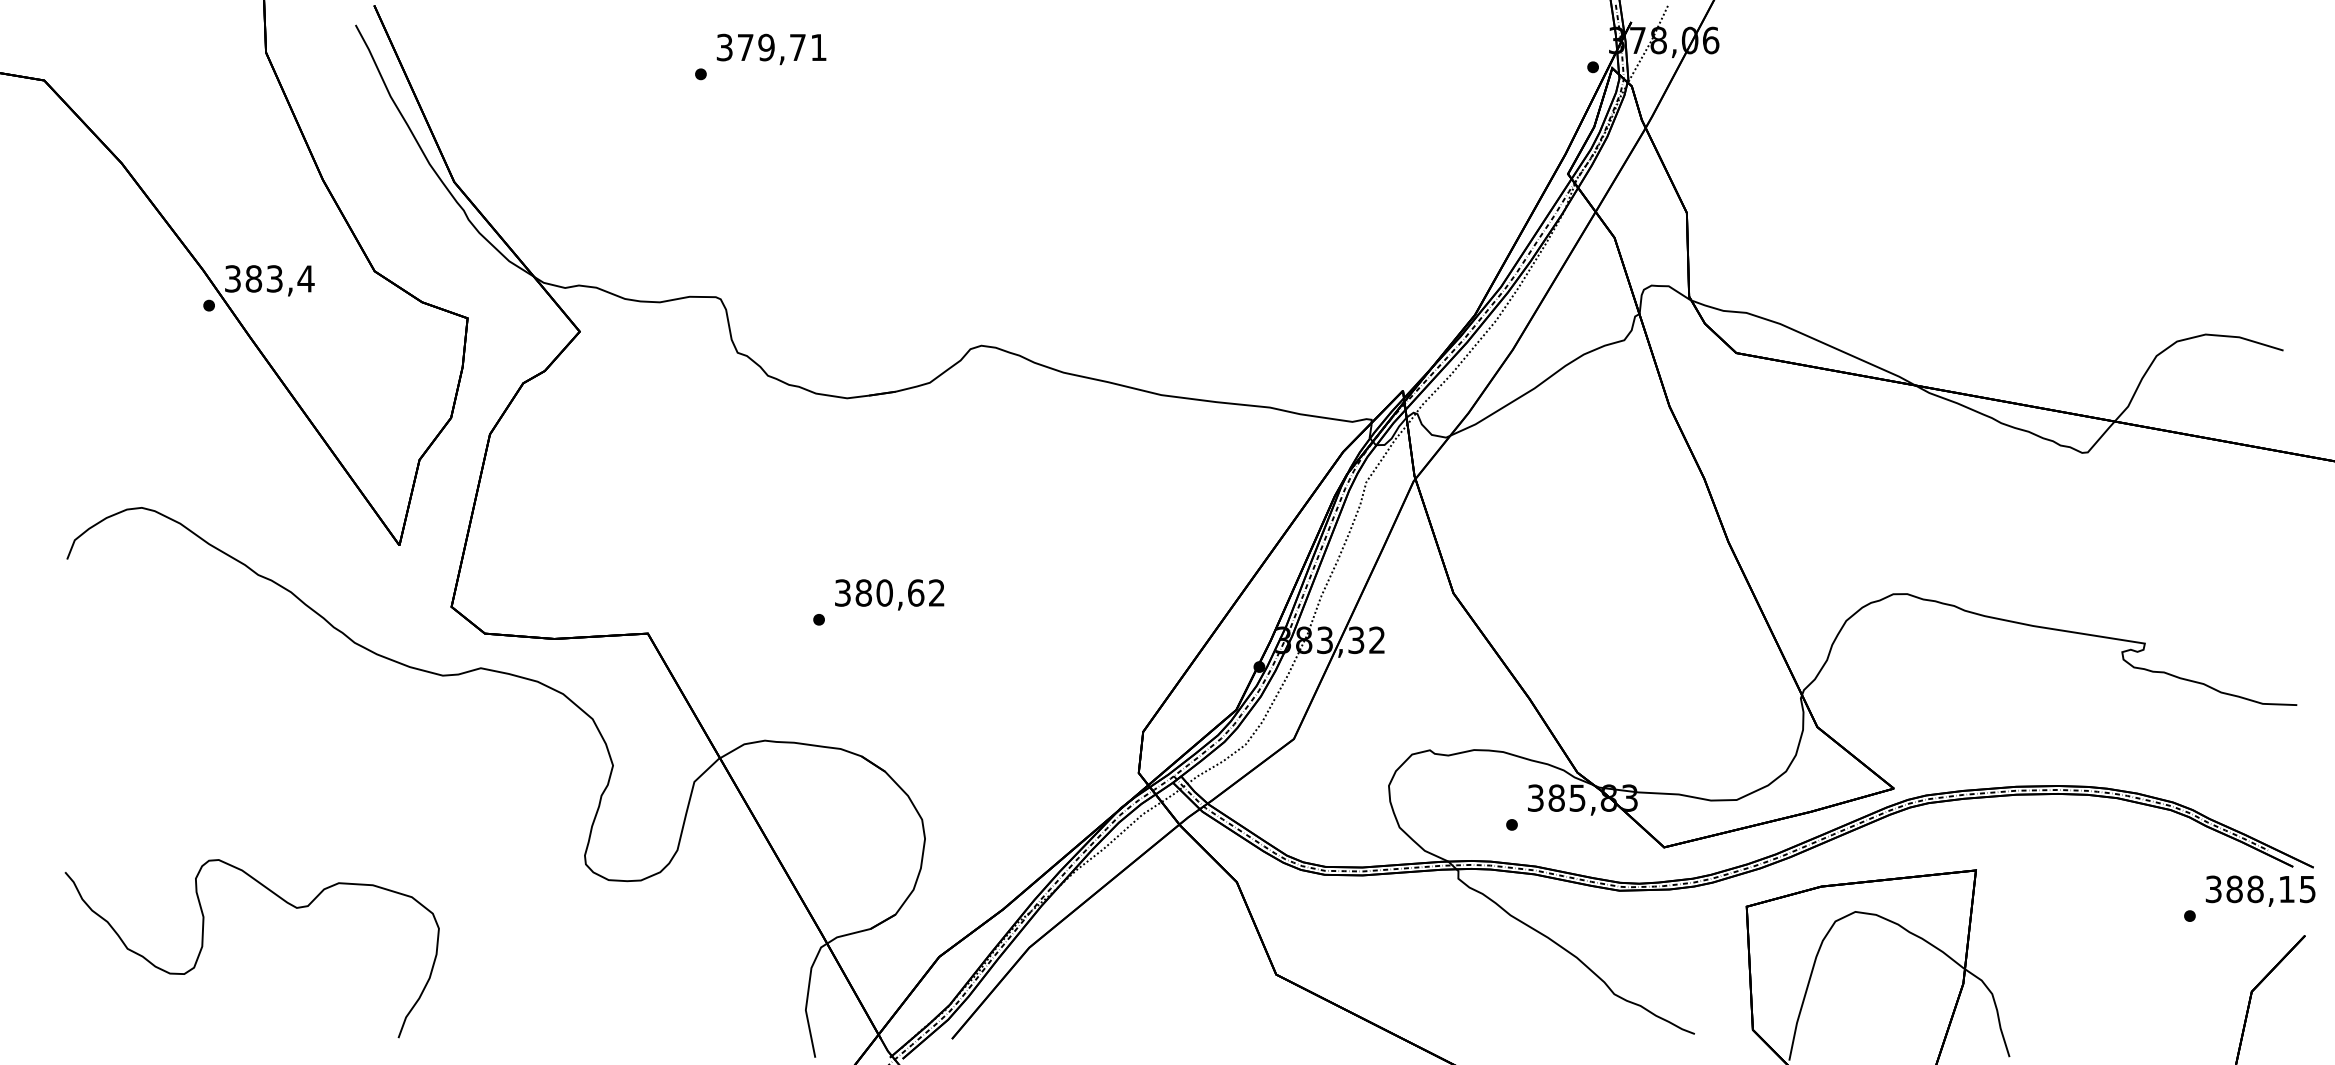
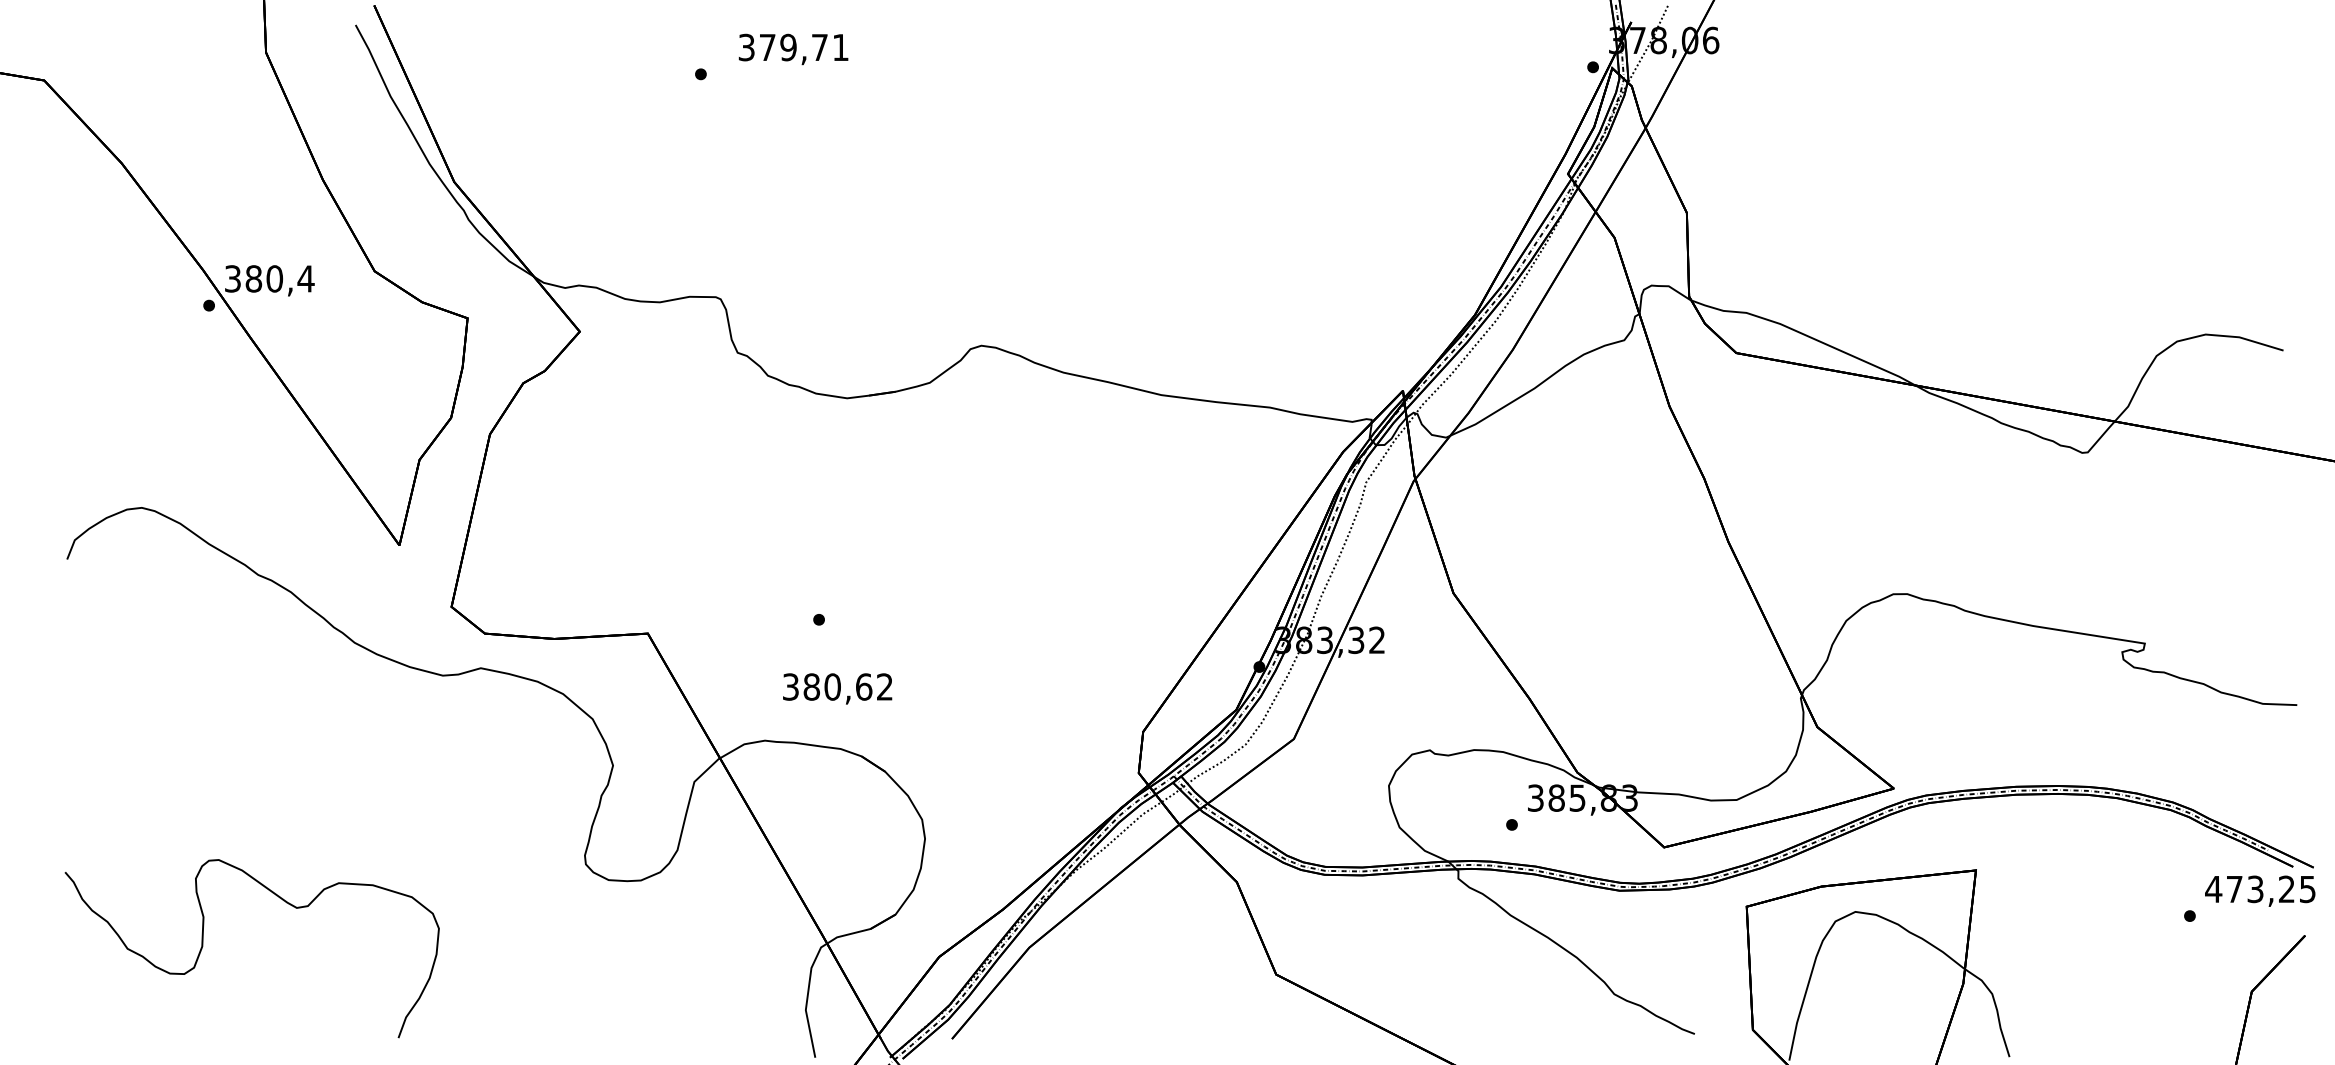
text at (771, 49) position: (771, 49) -> (793, 49)
text at (274, 278): 383,4 -> 380,4
text at (889, 594) position: (889, 594) -> (837, 688)
text at (2249, 889): 388,15 -> 473,25
